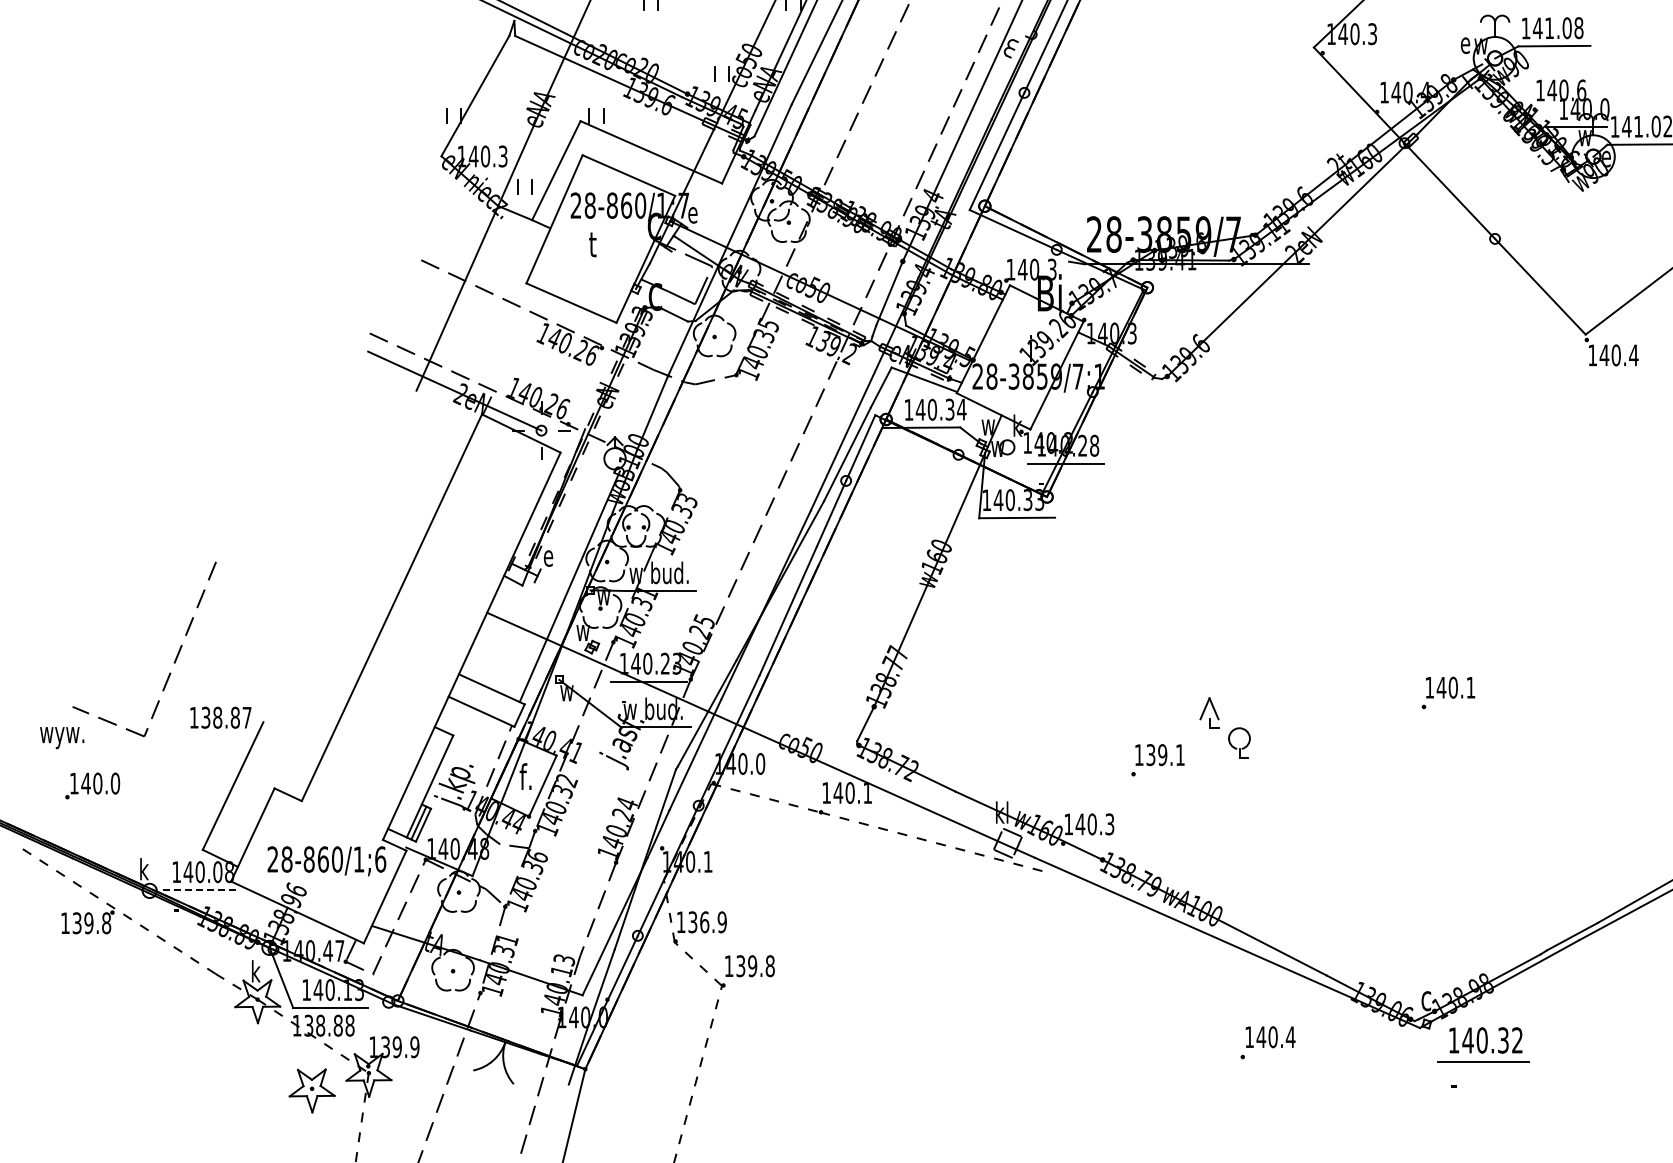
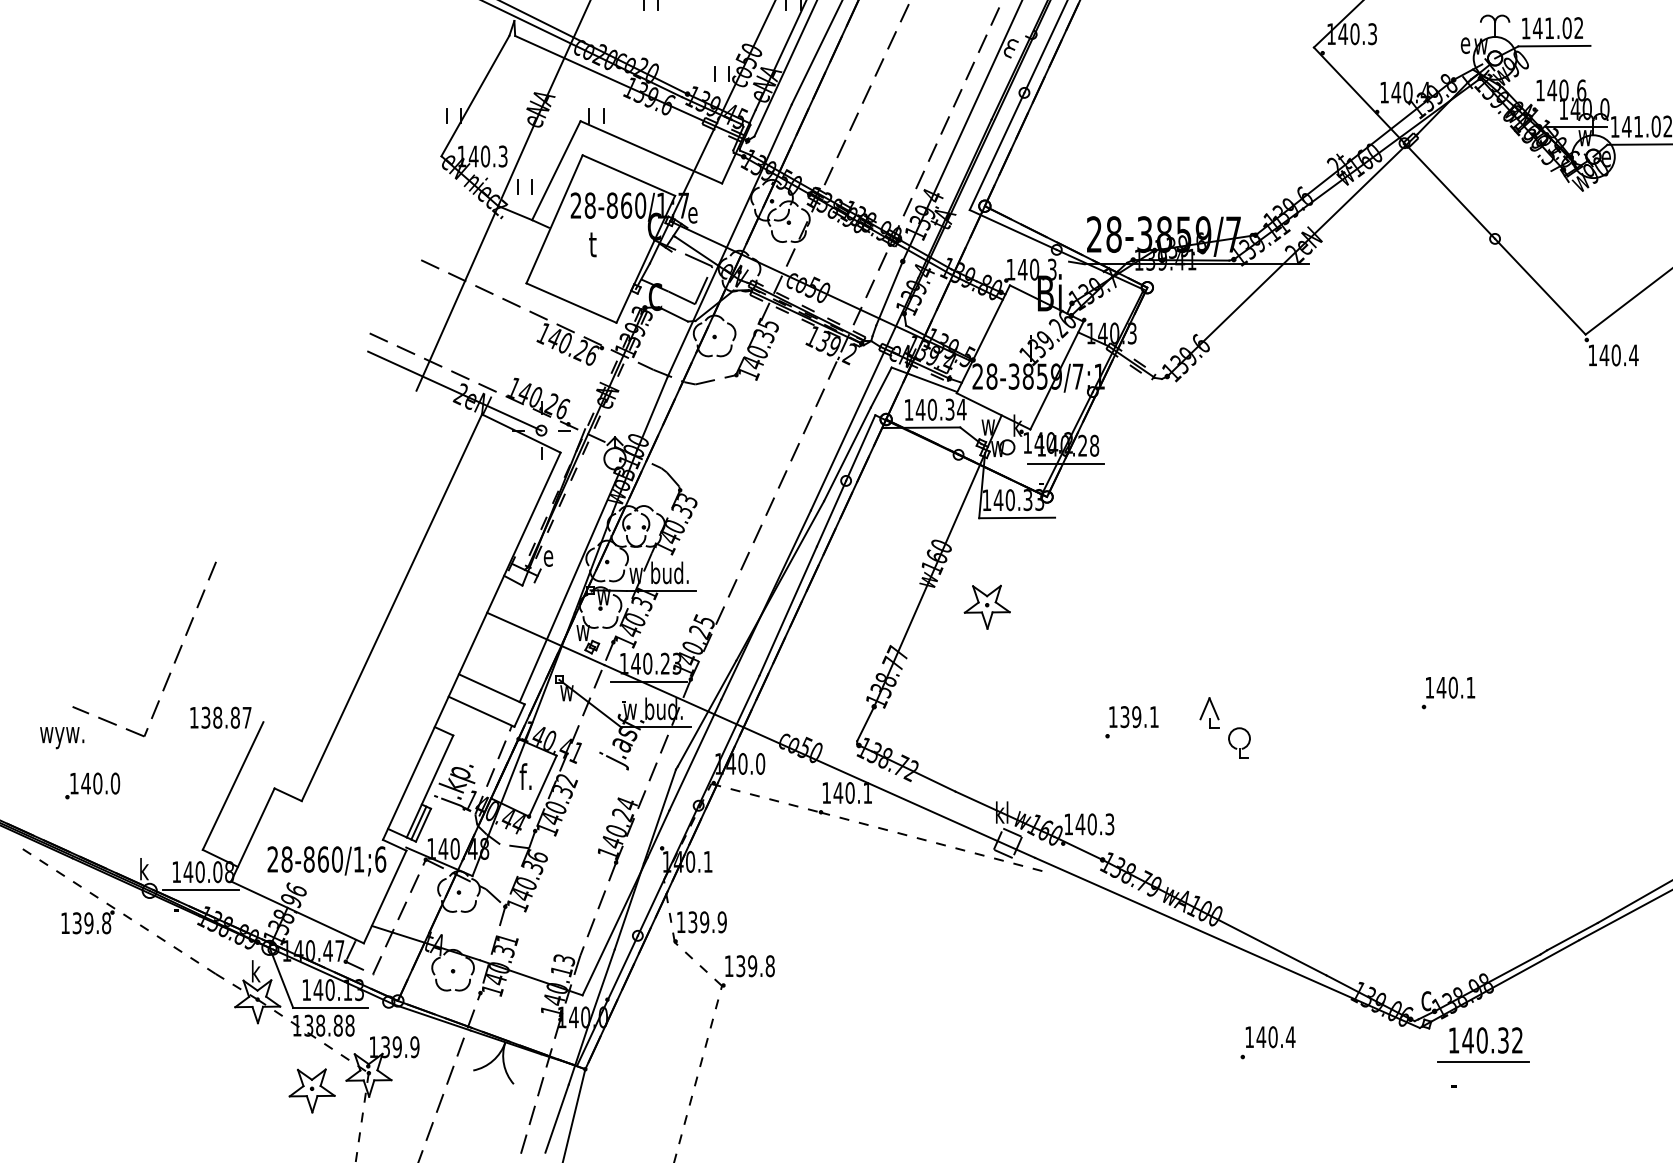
text at (1578, 28): 141.08 -> 141.02
part at (986, 606): none -> present
part at (1157, 760) position: (1157, 760) -> (1131, 722)
line at (201, 889): dashed -> solid
text at (704, 922): 136.9 -> 139.9
line at (556, 1118): none -> present
